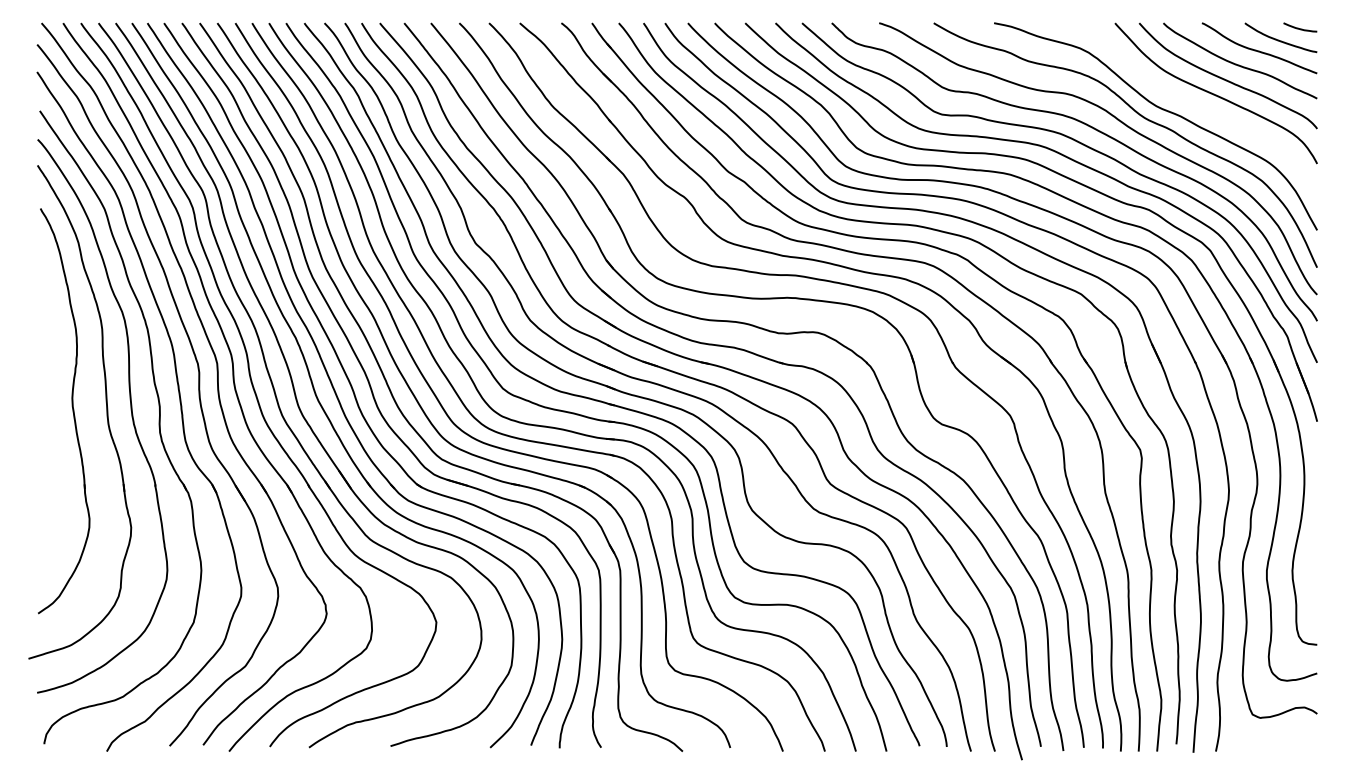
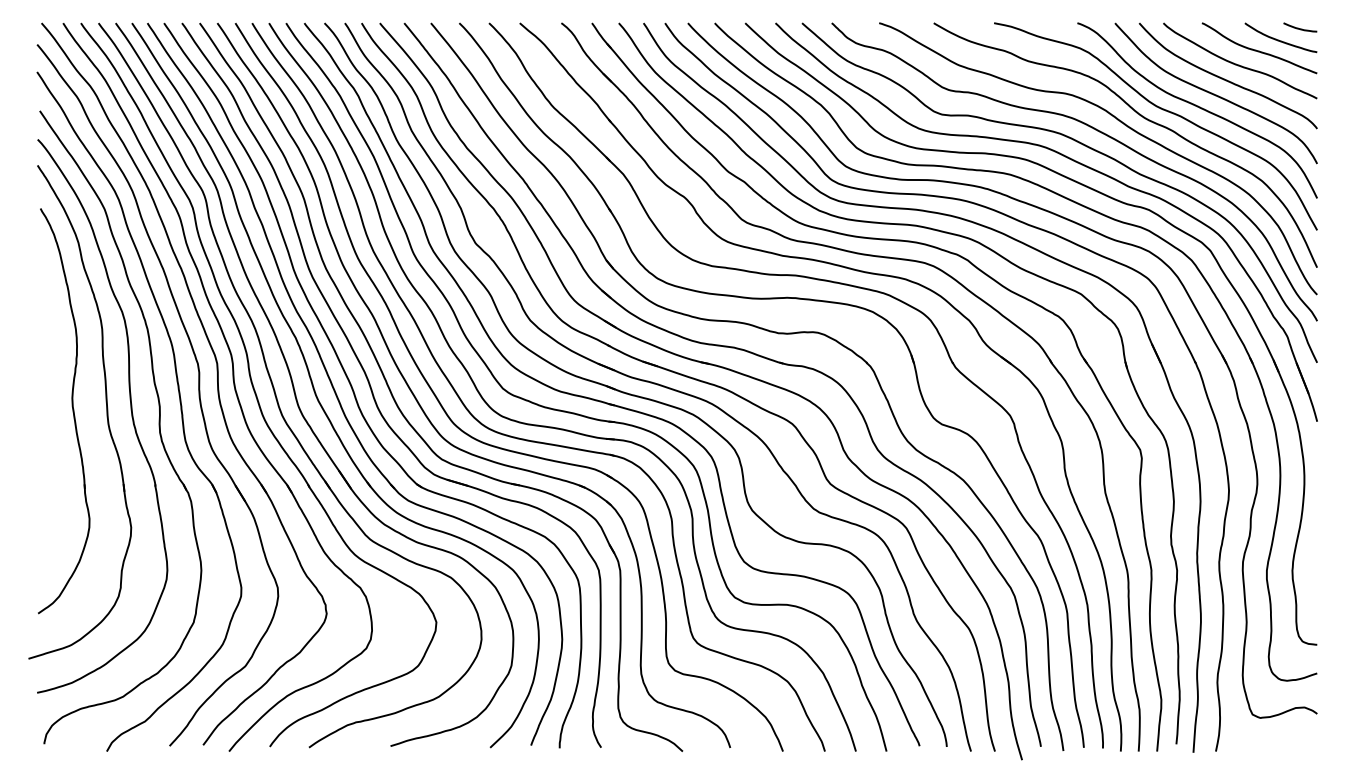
curve at (1199, 108): none -> present
